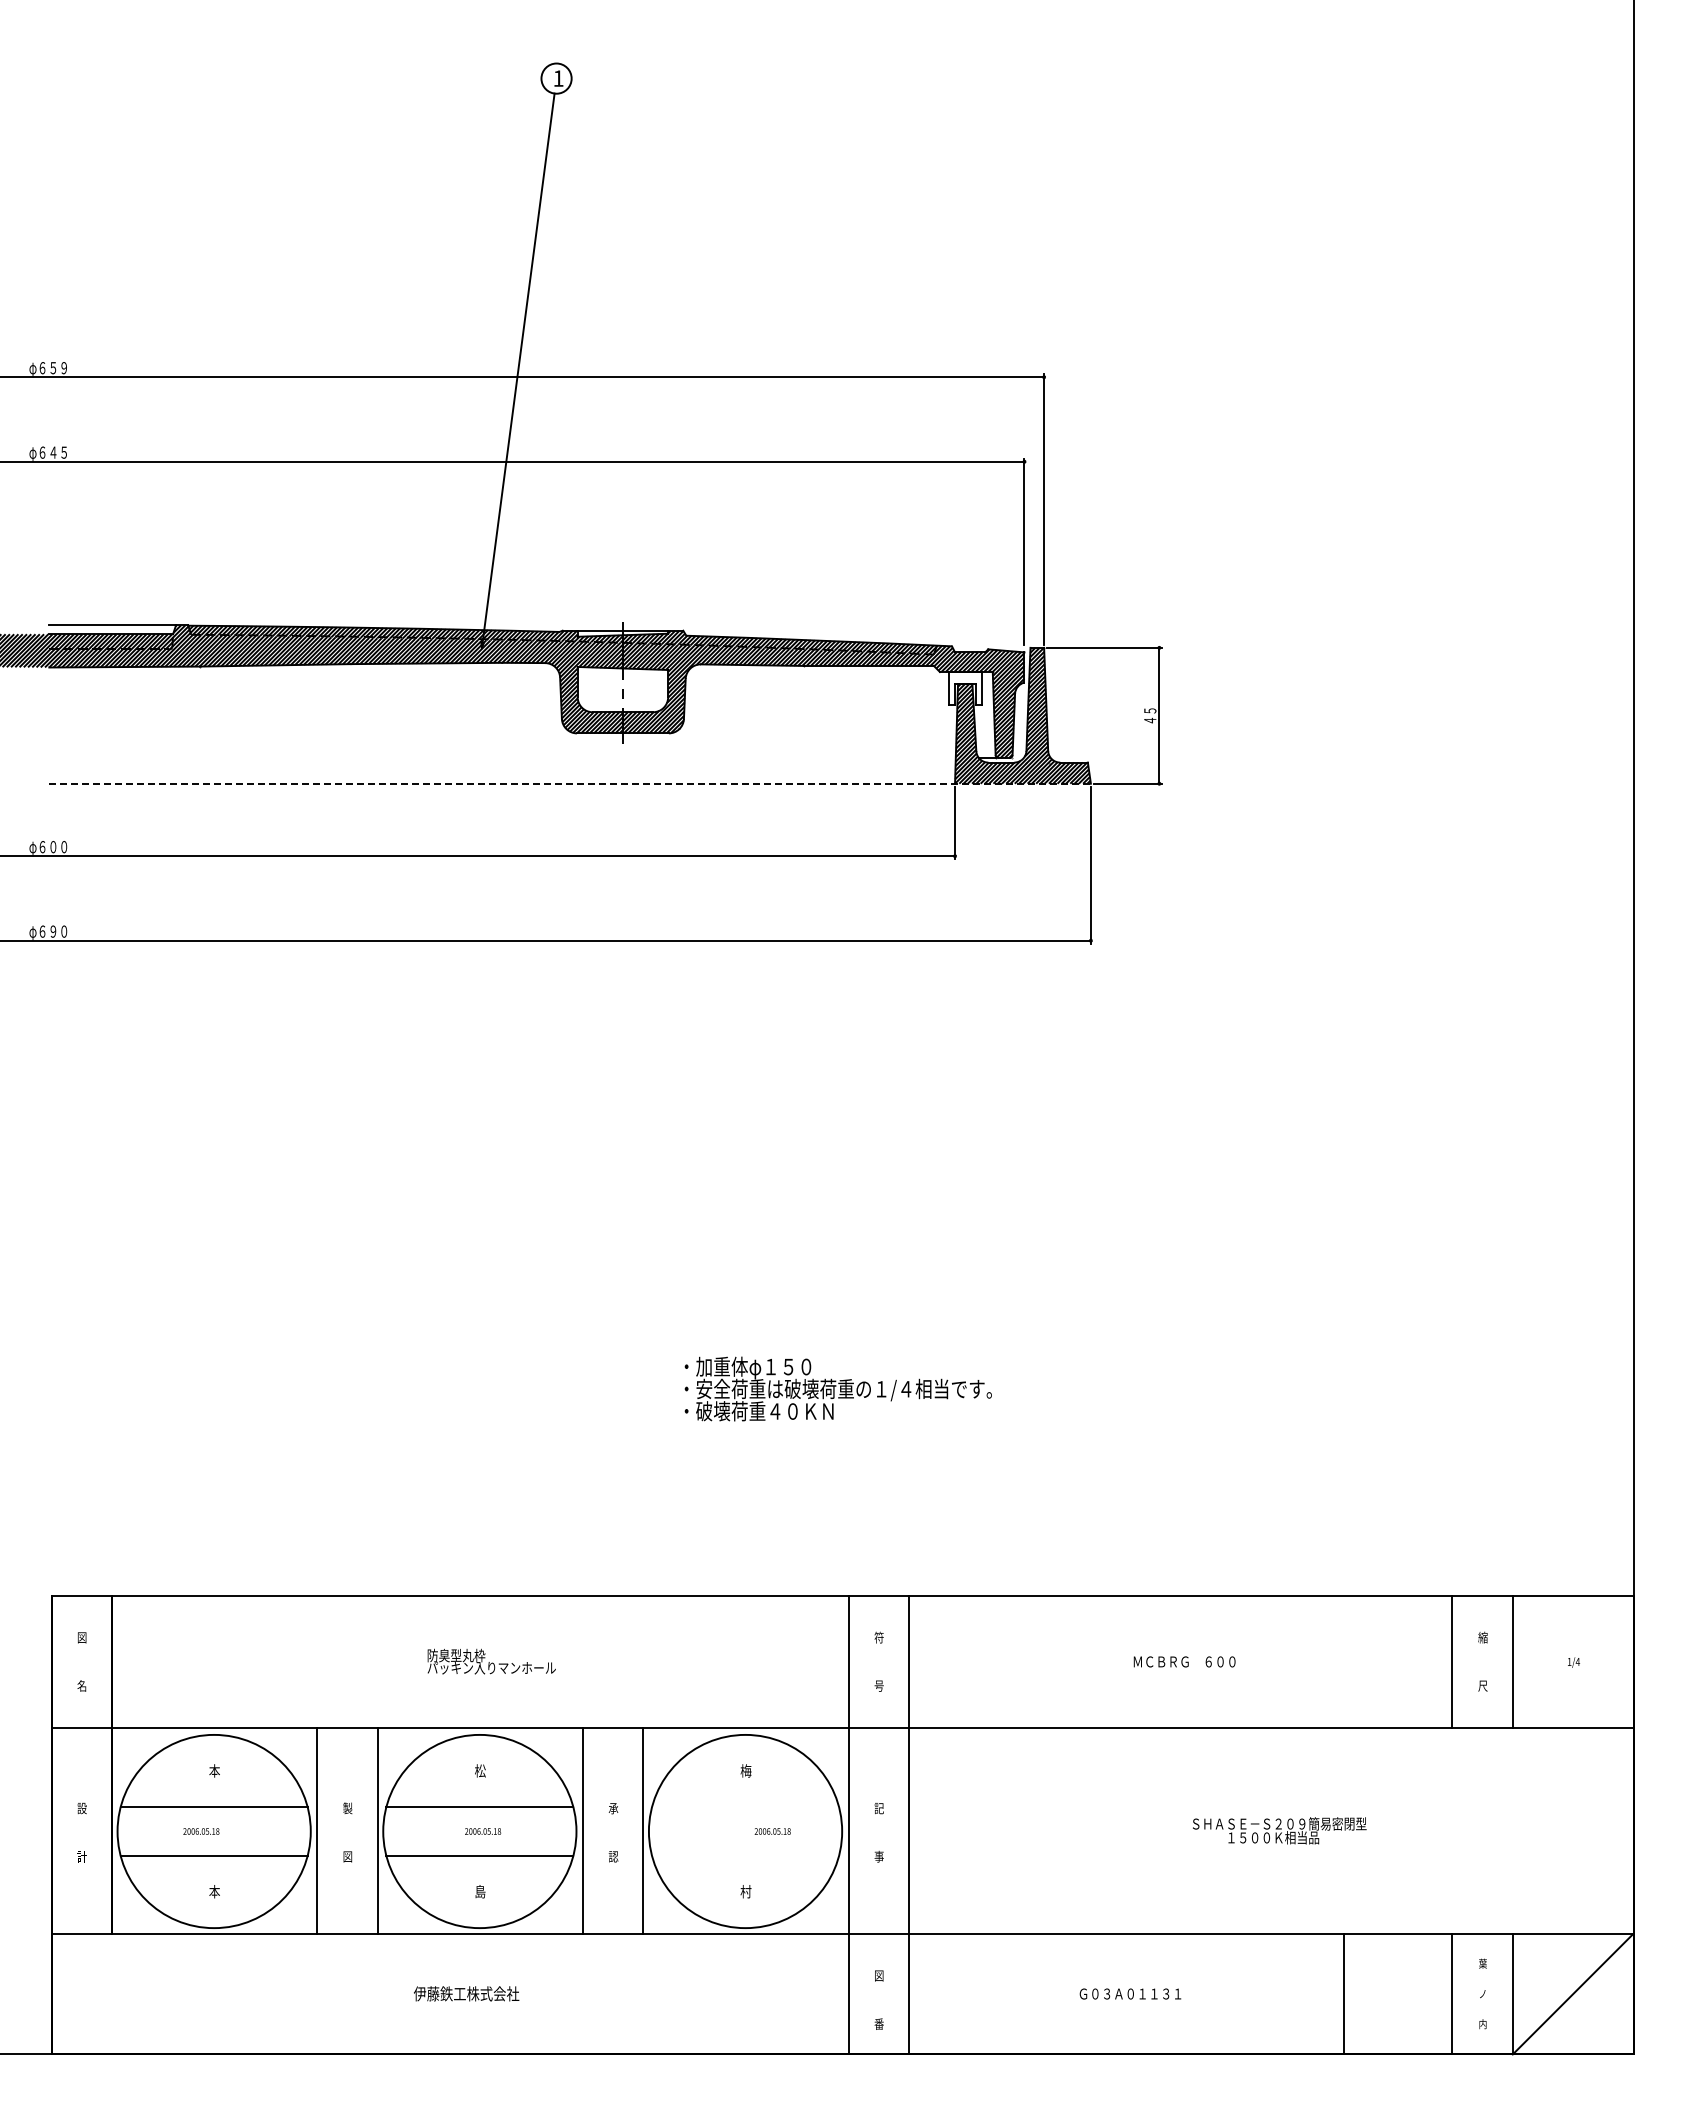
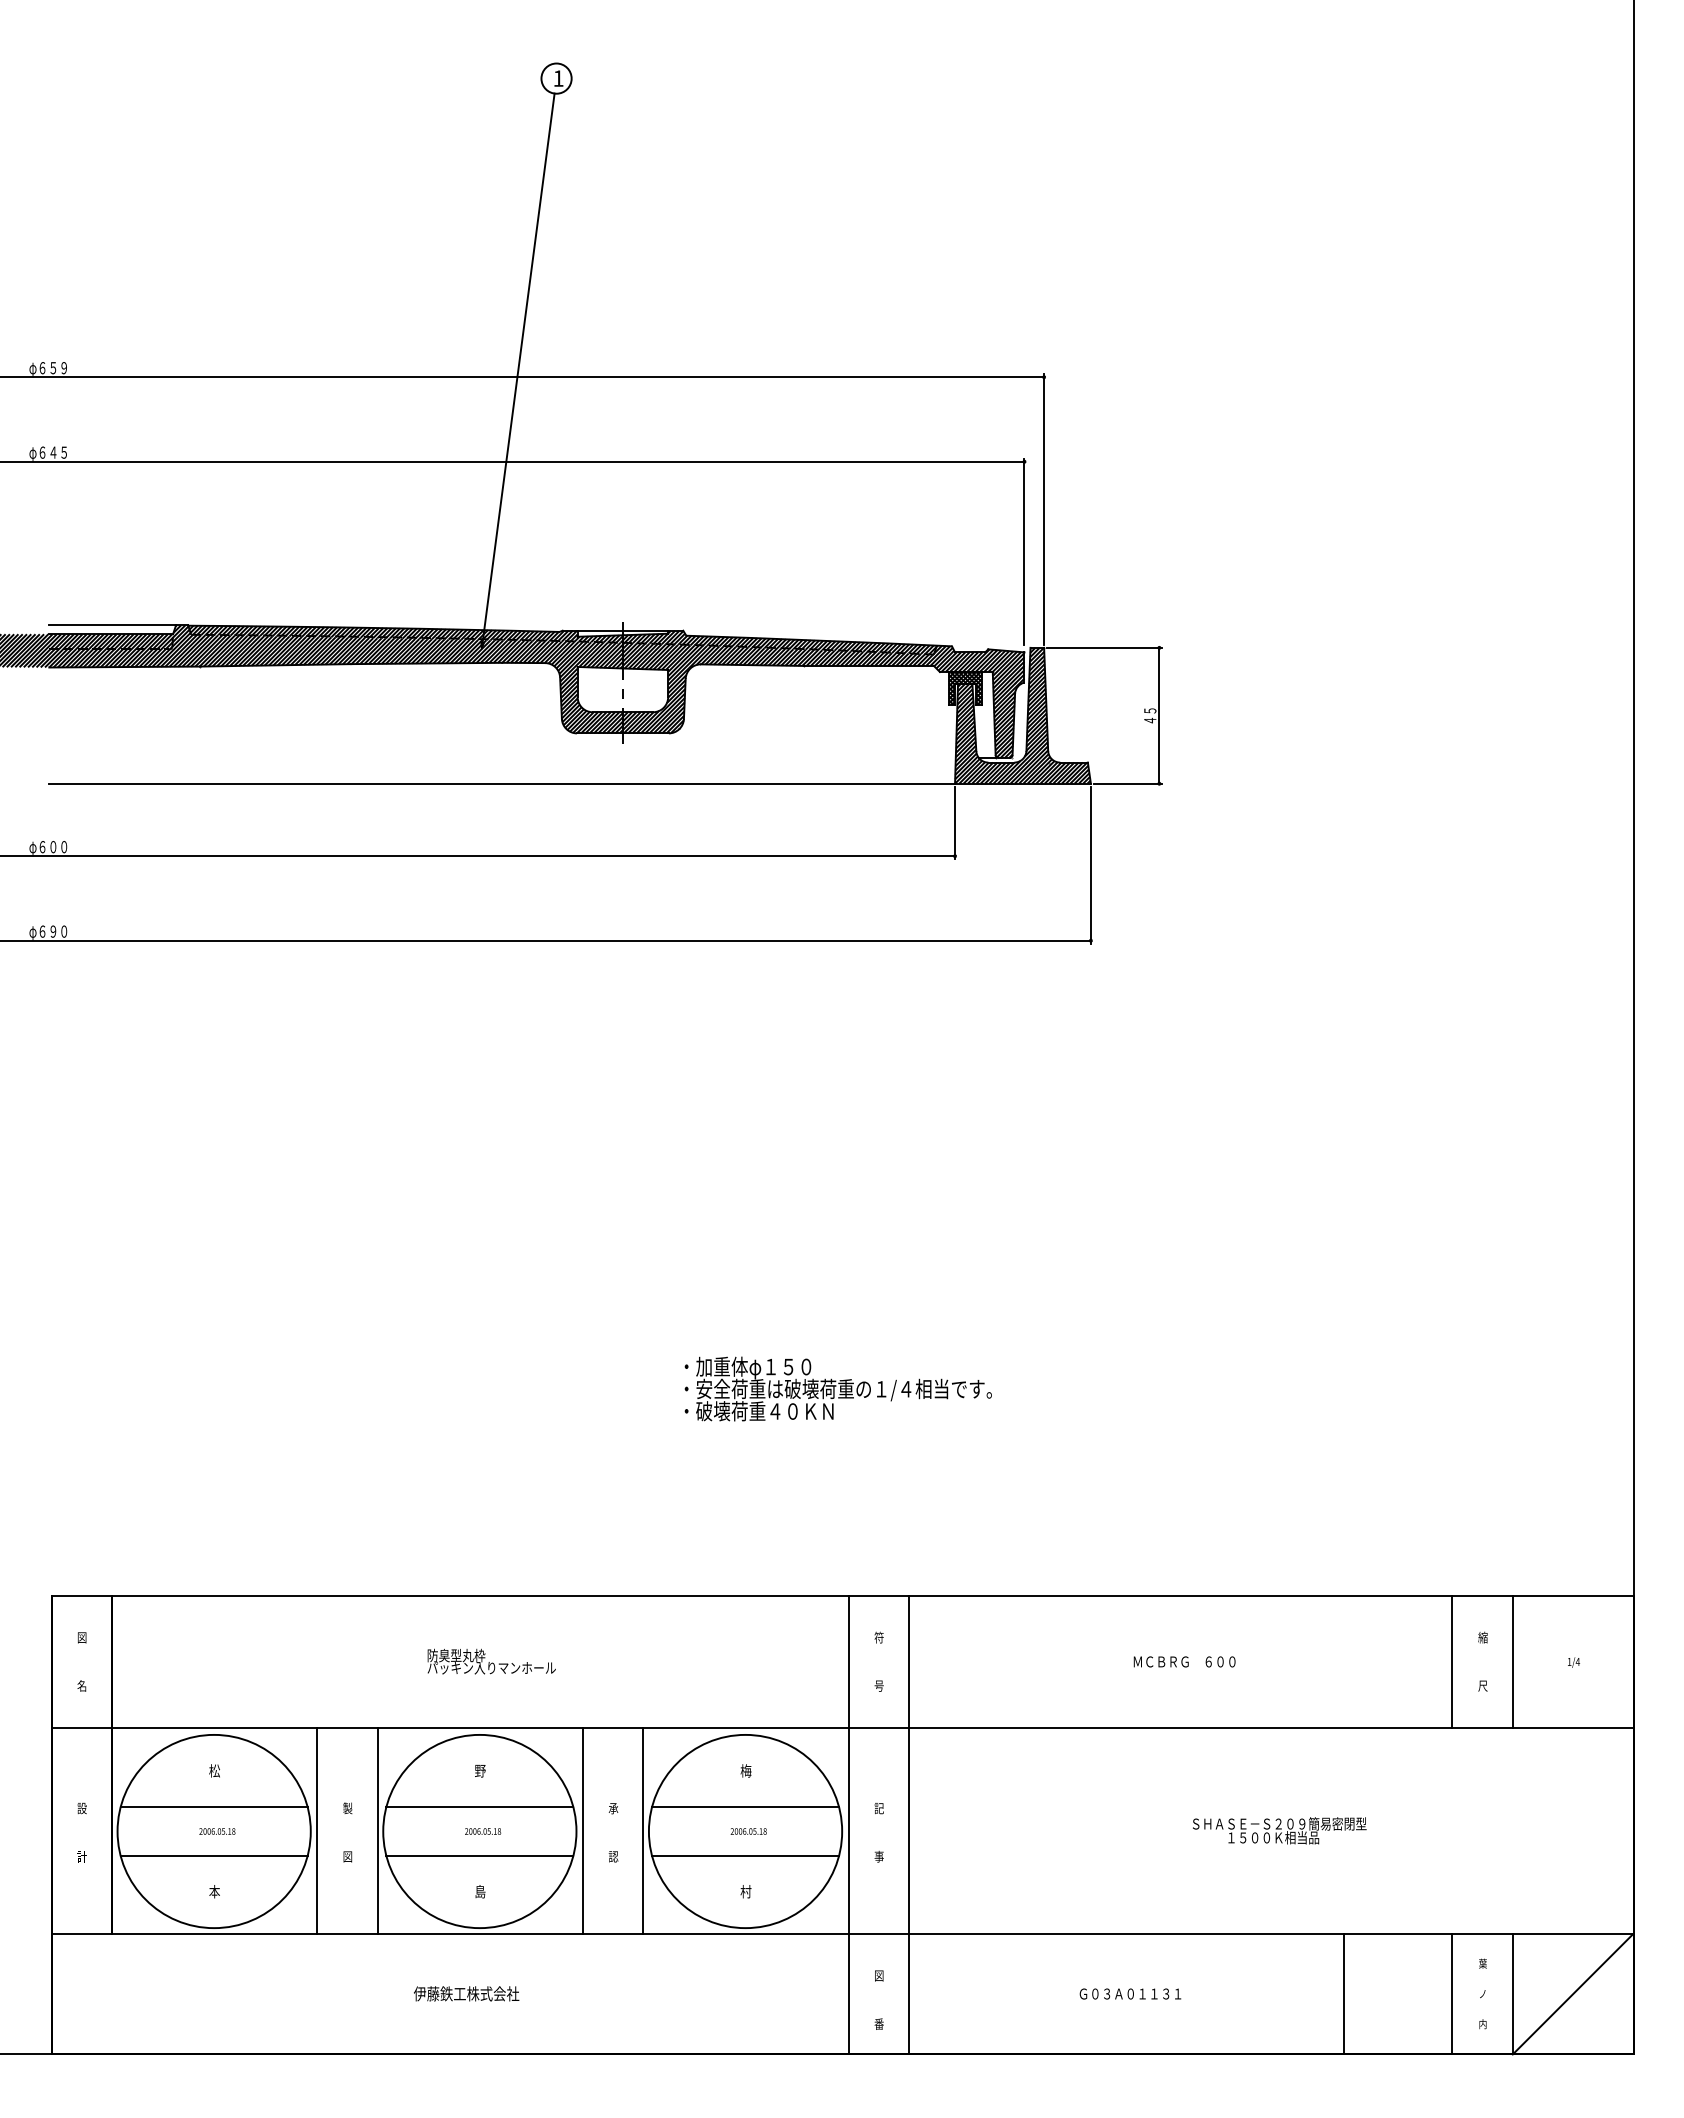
hatch at (965, 688): none -> present
line at (570, 783): dashed -> solid
text at (214, 1770): 本 -> 松
text at (480, 1770): 松 -> 野
line at (745, 1807): none -> present
text at (201, 1831) position: (201, 1831) -> (217, 1831)
text at (772, 1831) position: (772, 1831) -> (748, 1831)
line at (745, 1855): none -> present
